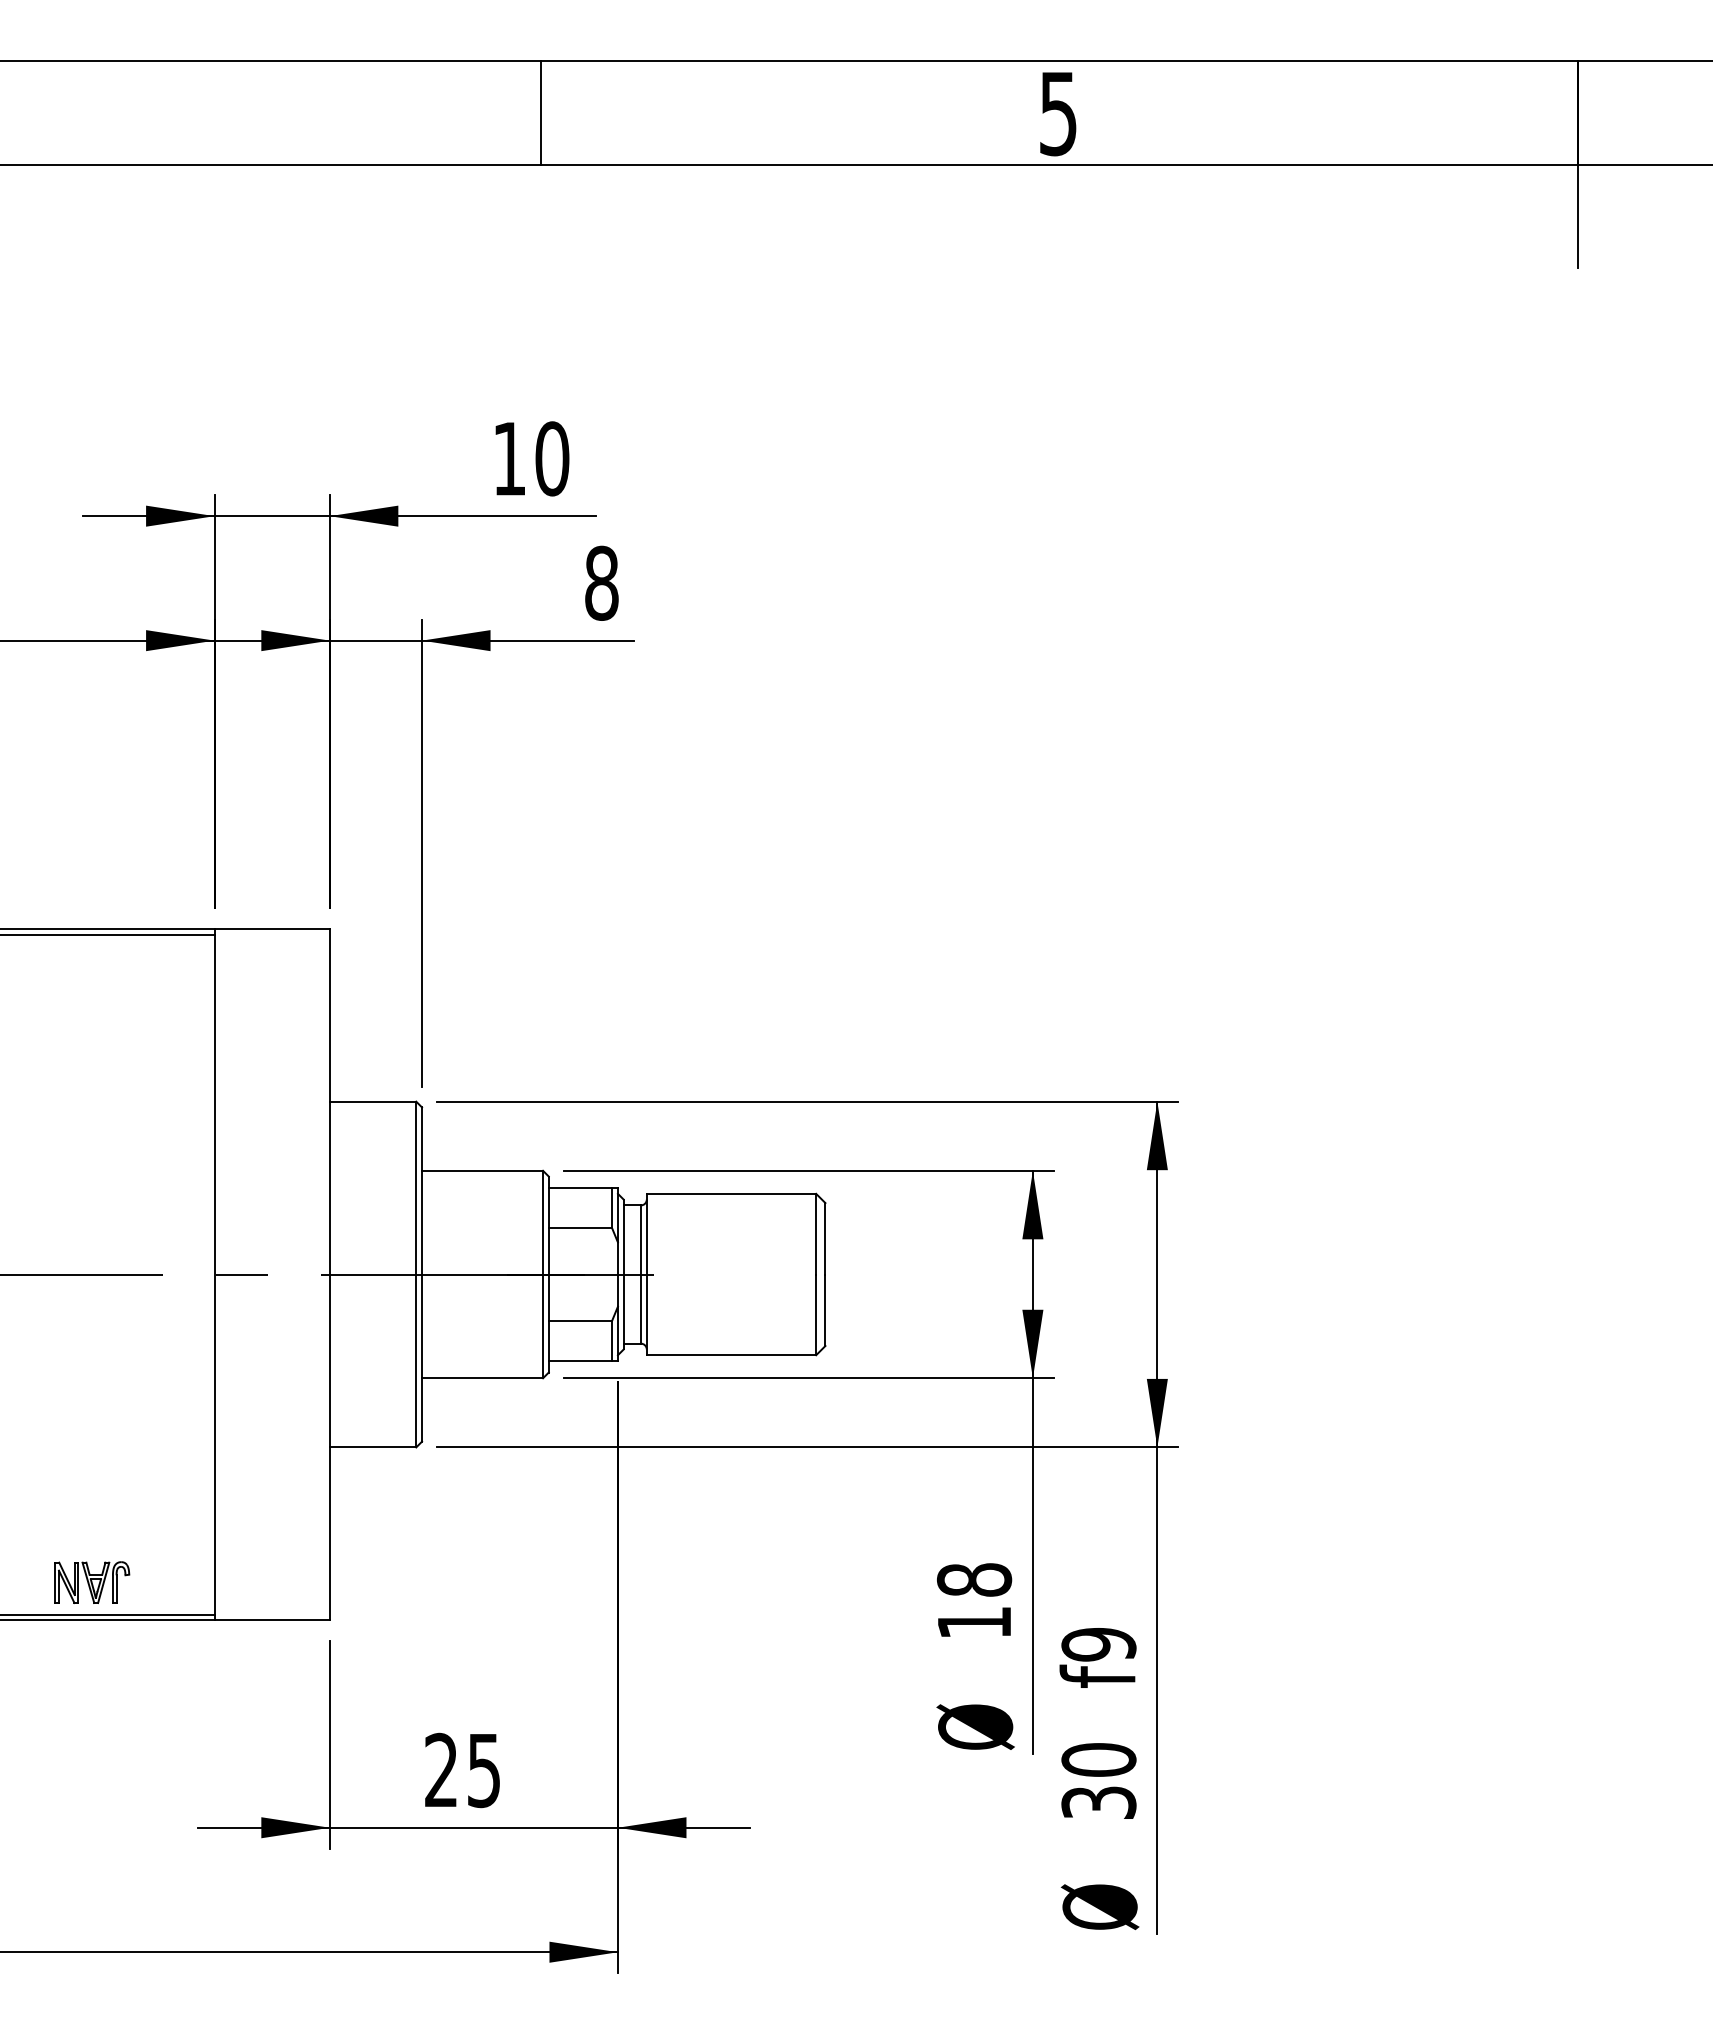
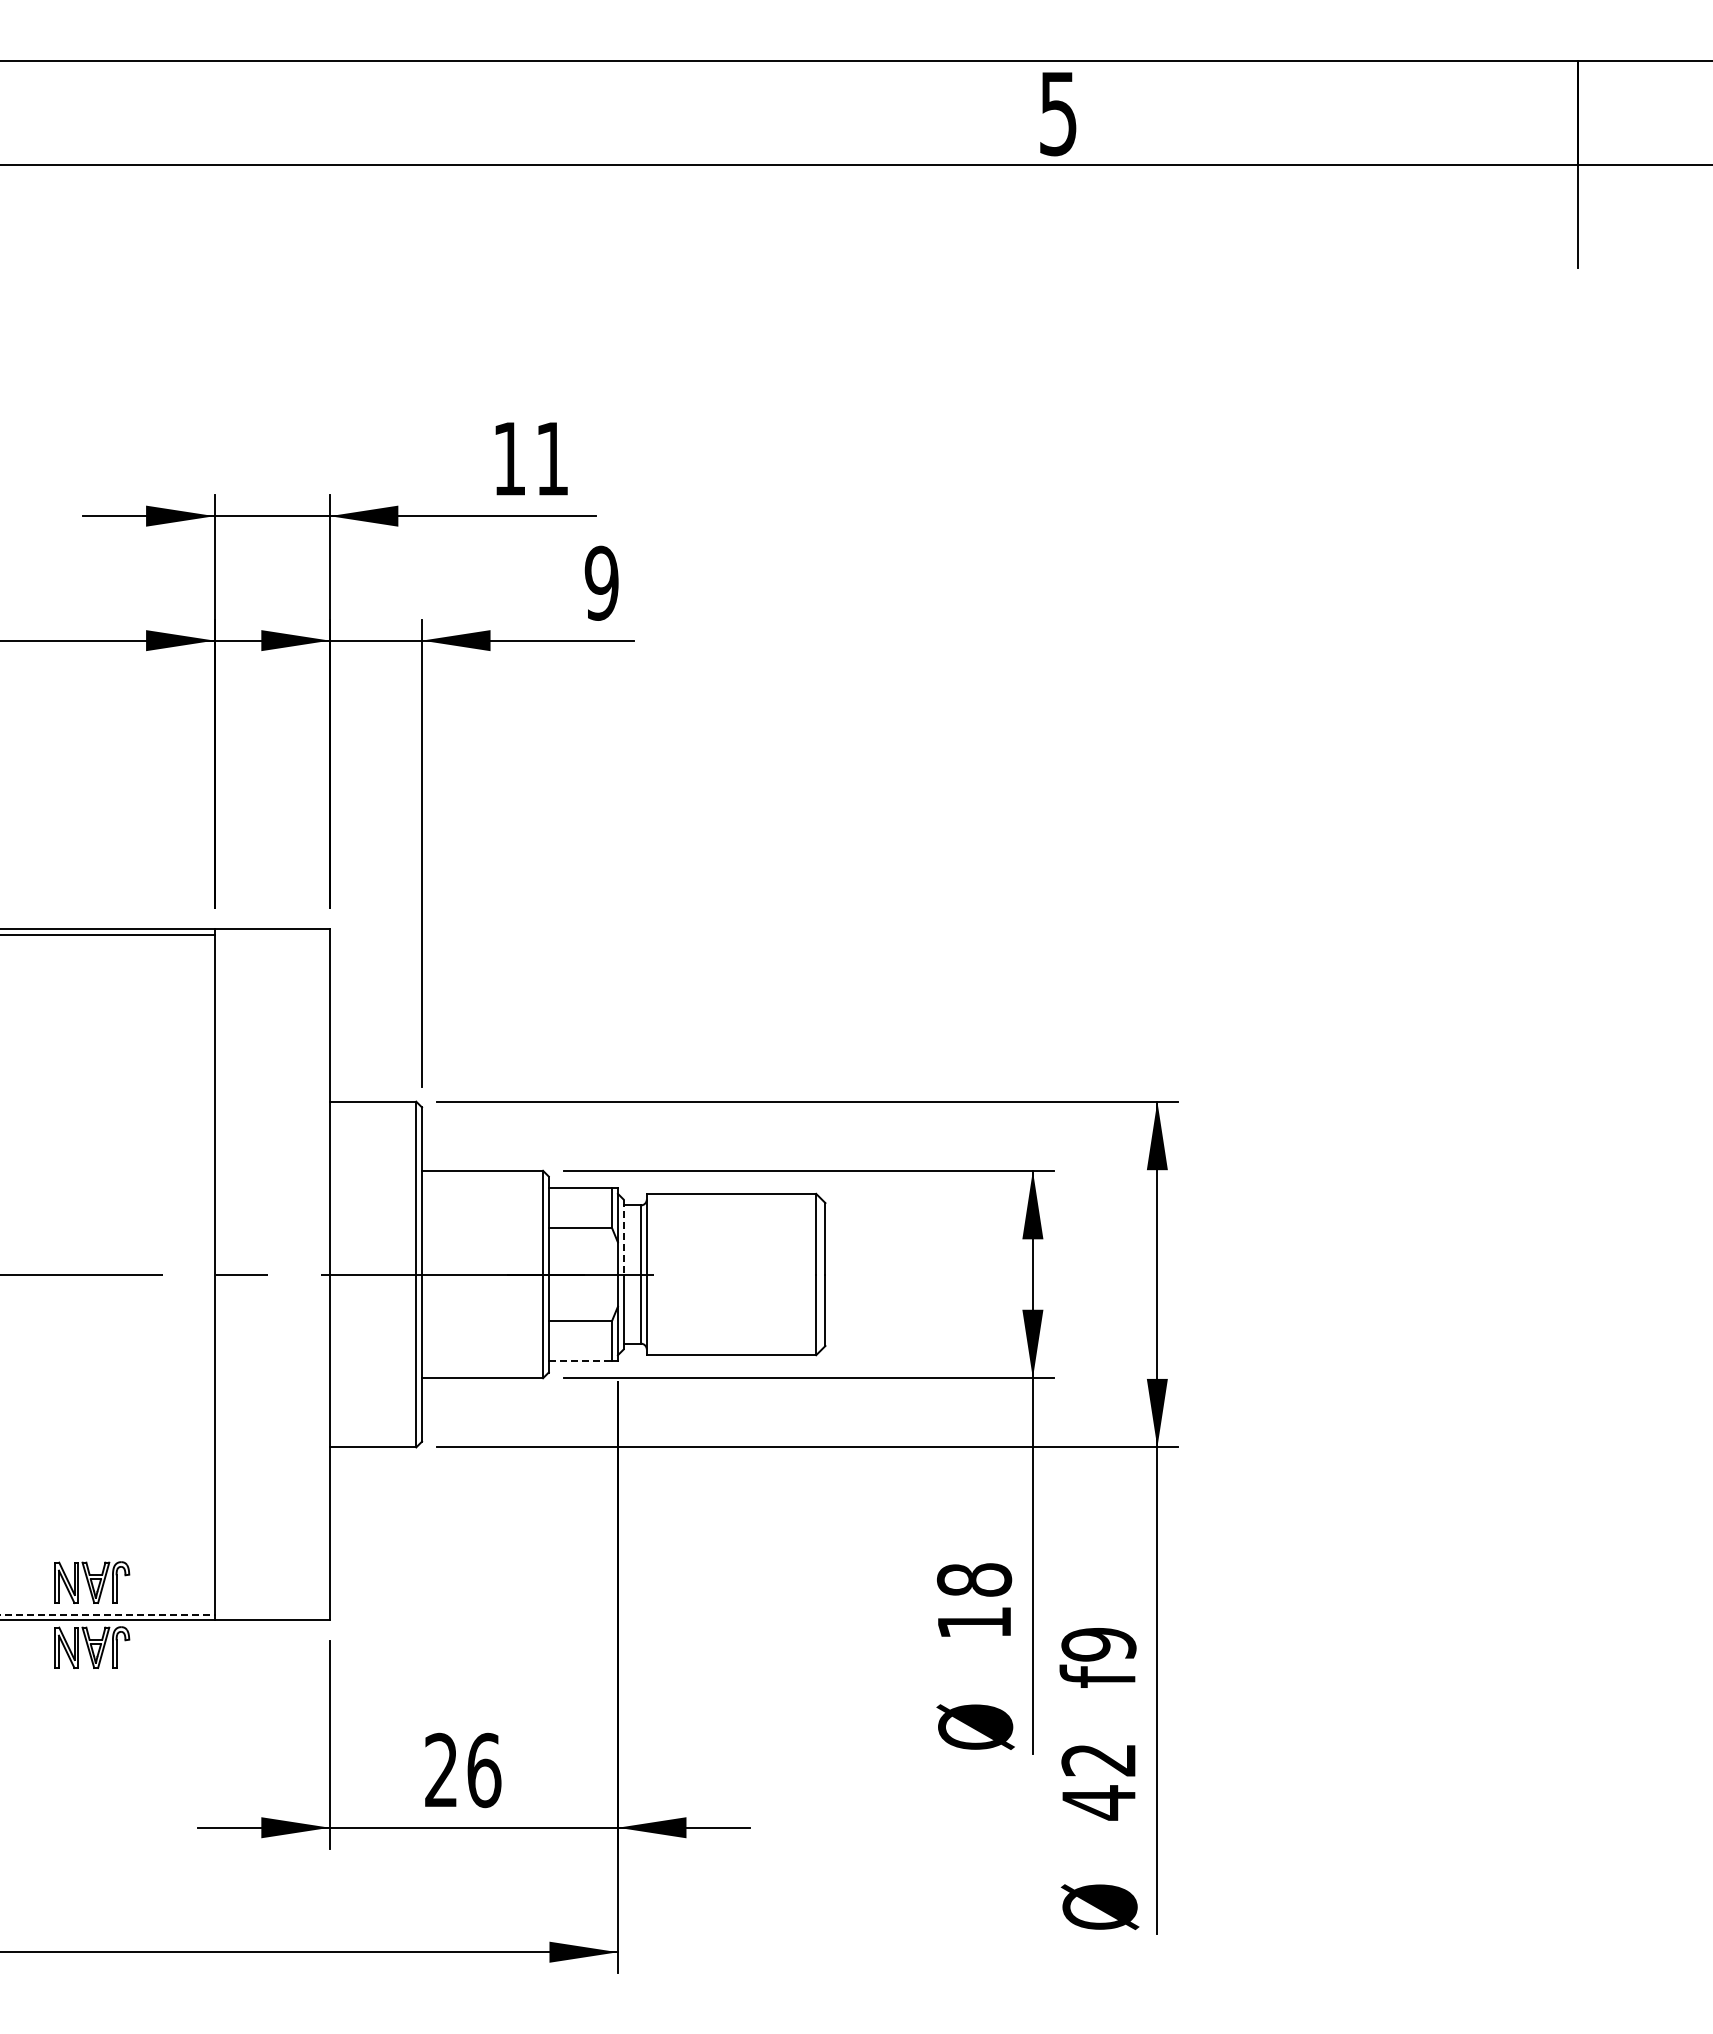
line at (540, 112): present -> none
text at (552, 458): 10 -> 11
text at (601, 582): 8 -> 9
line at (623, 1237): solid -> dashed
line at (580, 1360): solid -> dashed
line at (107, 1614): solid -> dashed
part at (92, 1647): none -> present
text at (484, 1770): 25 -> 26
text at (1098, 1781): 30 -> 42
